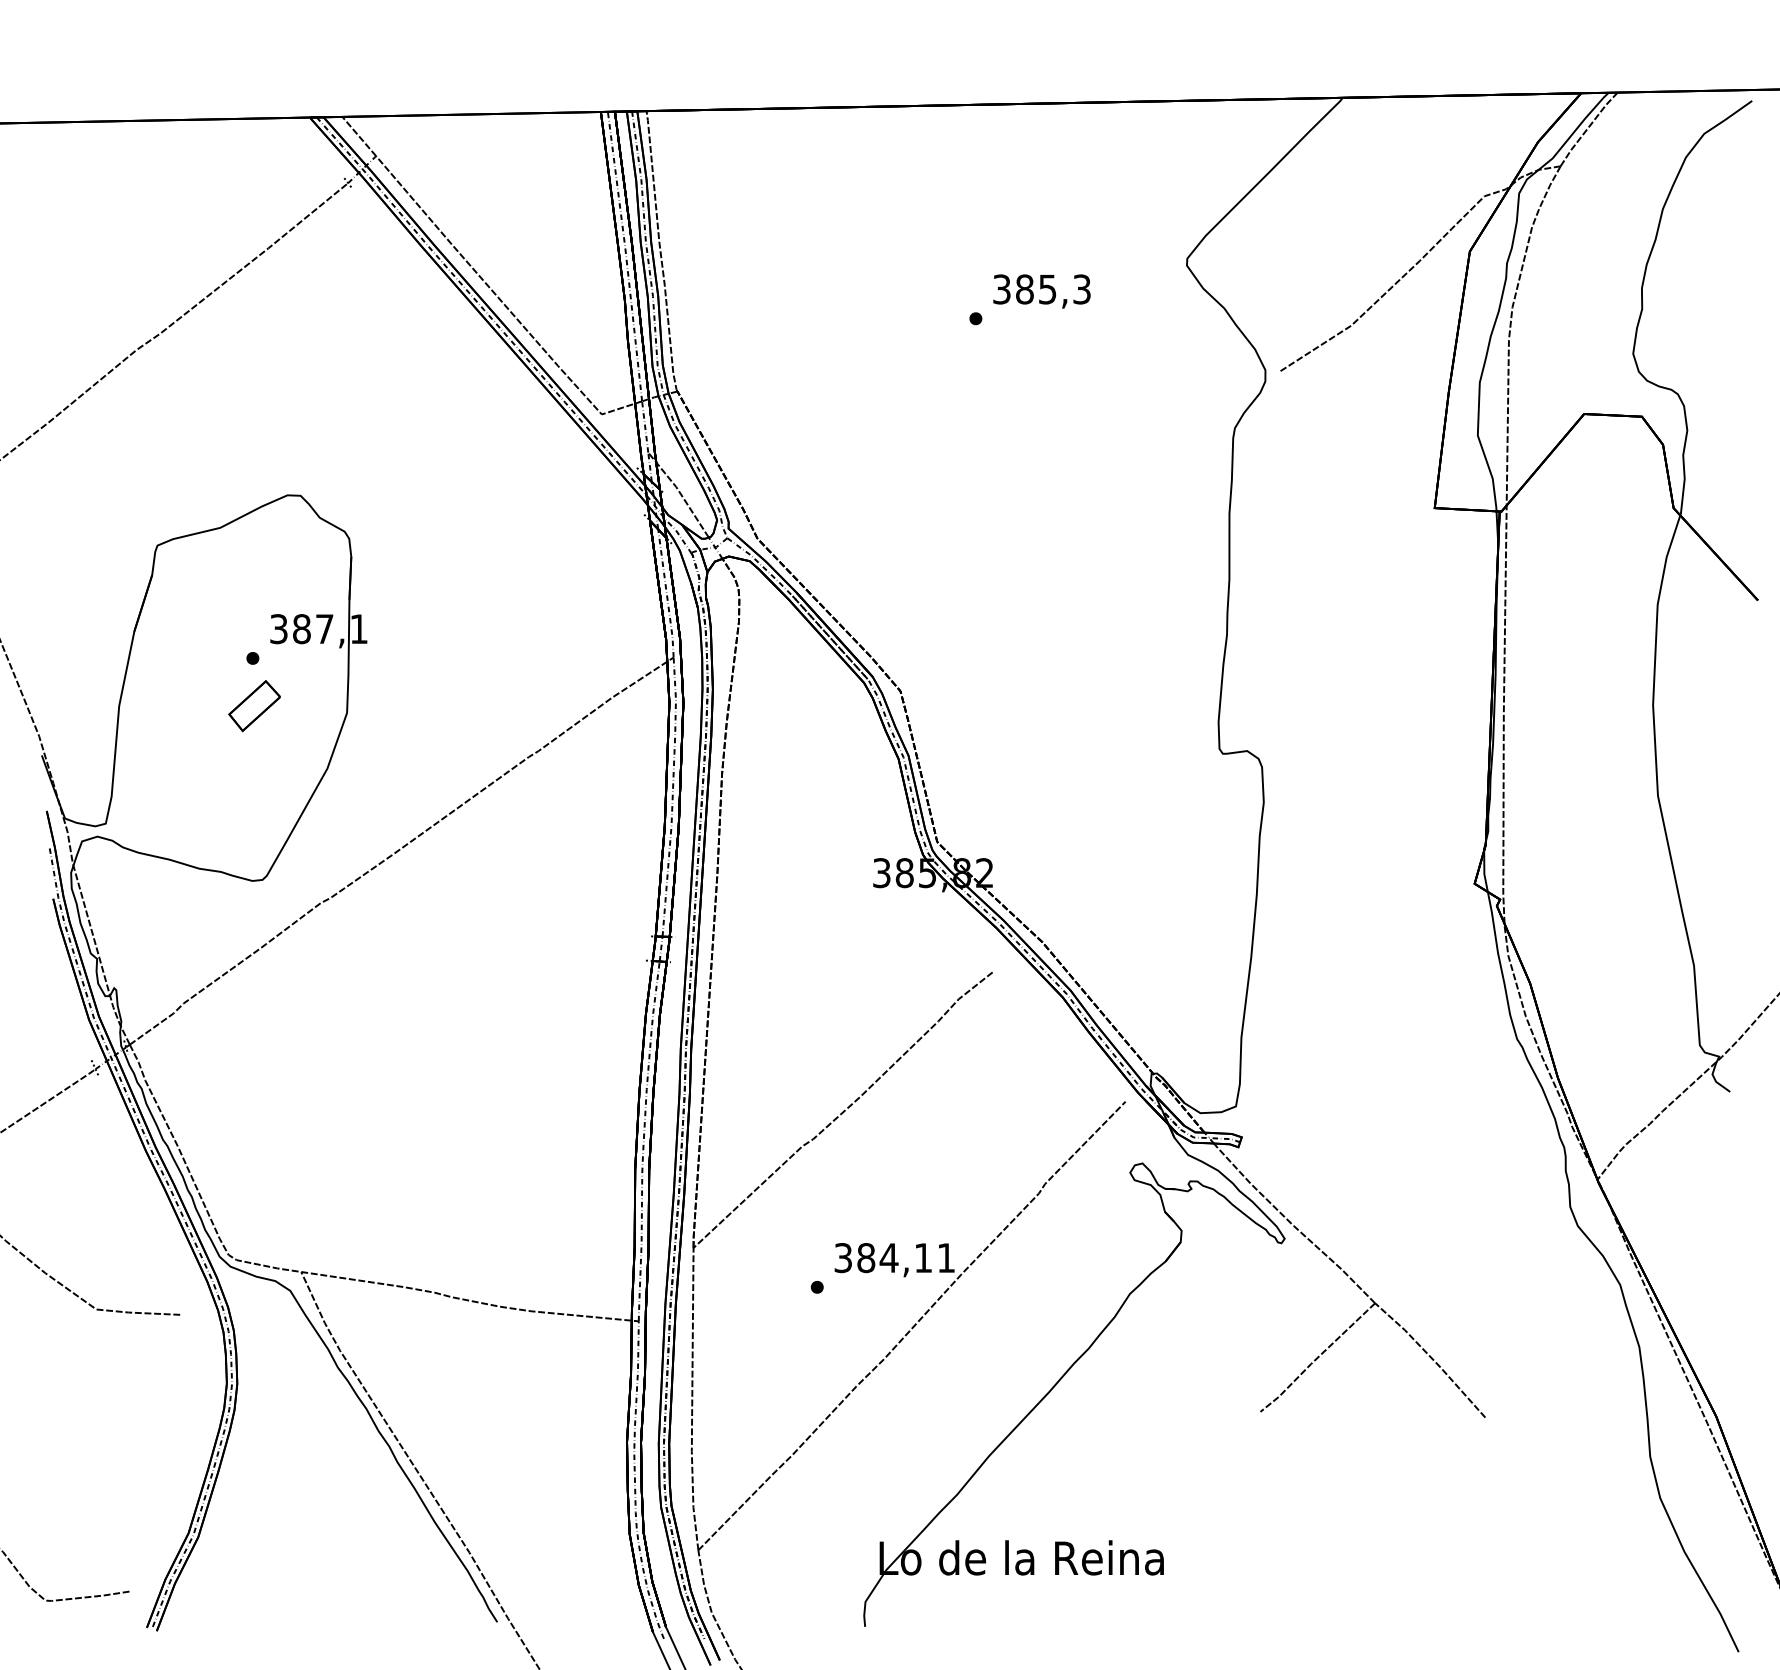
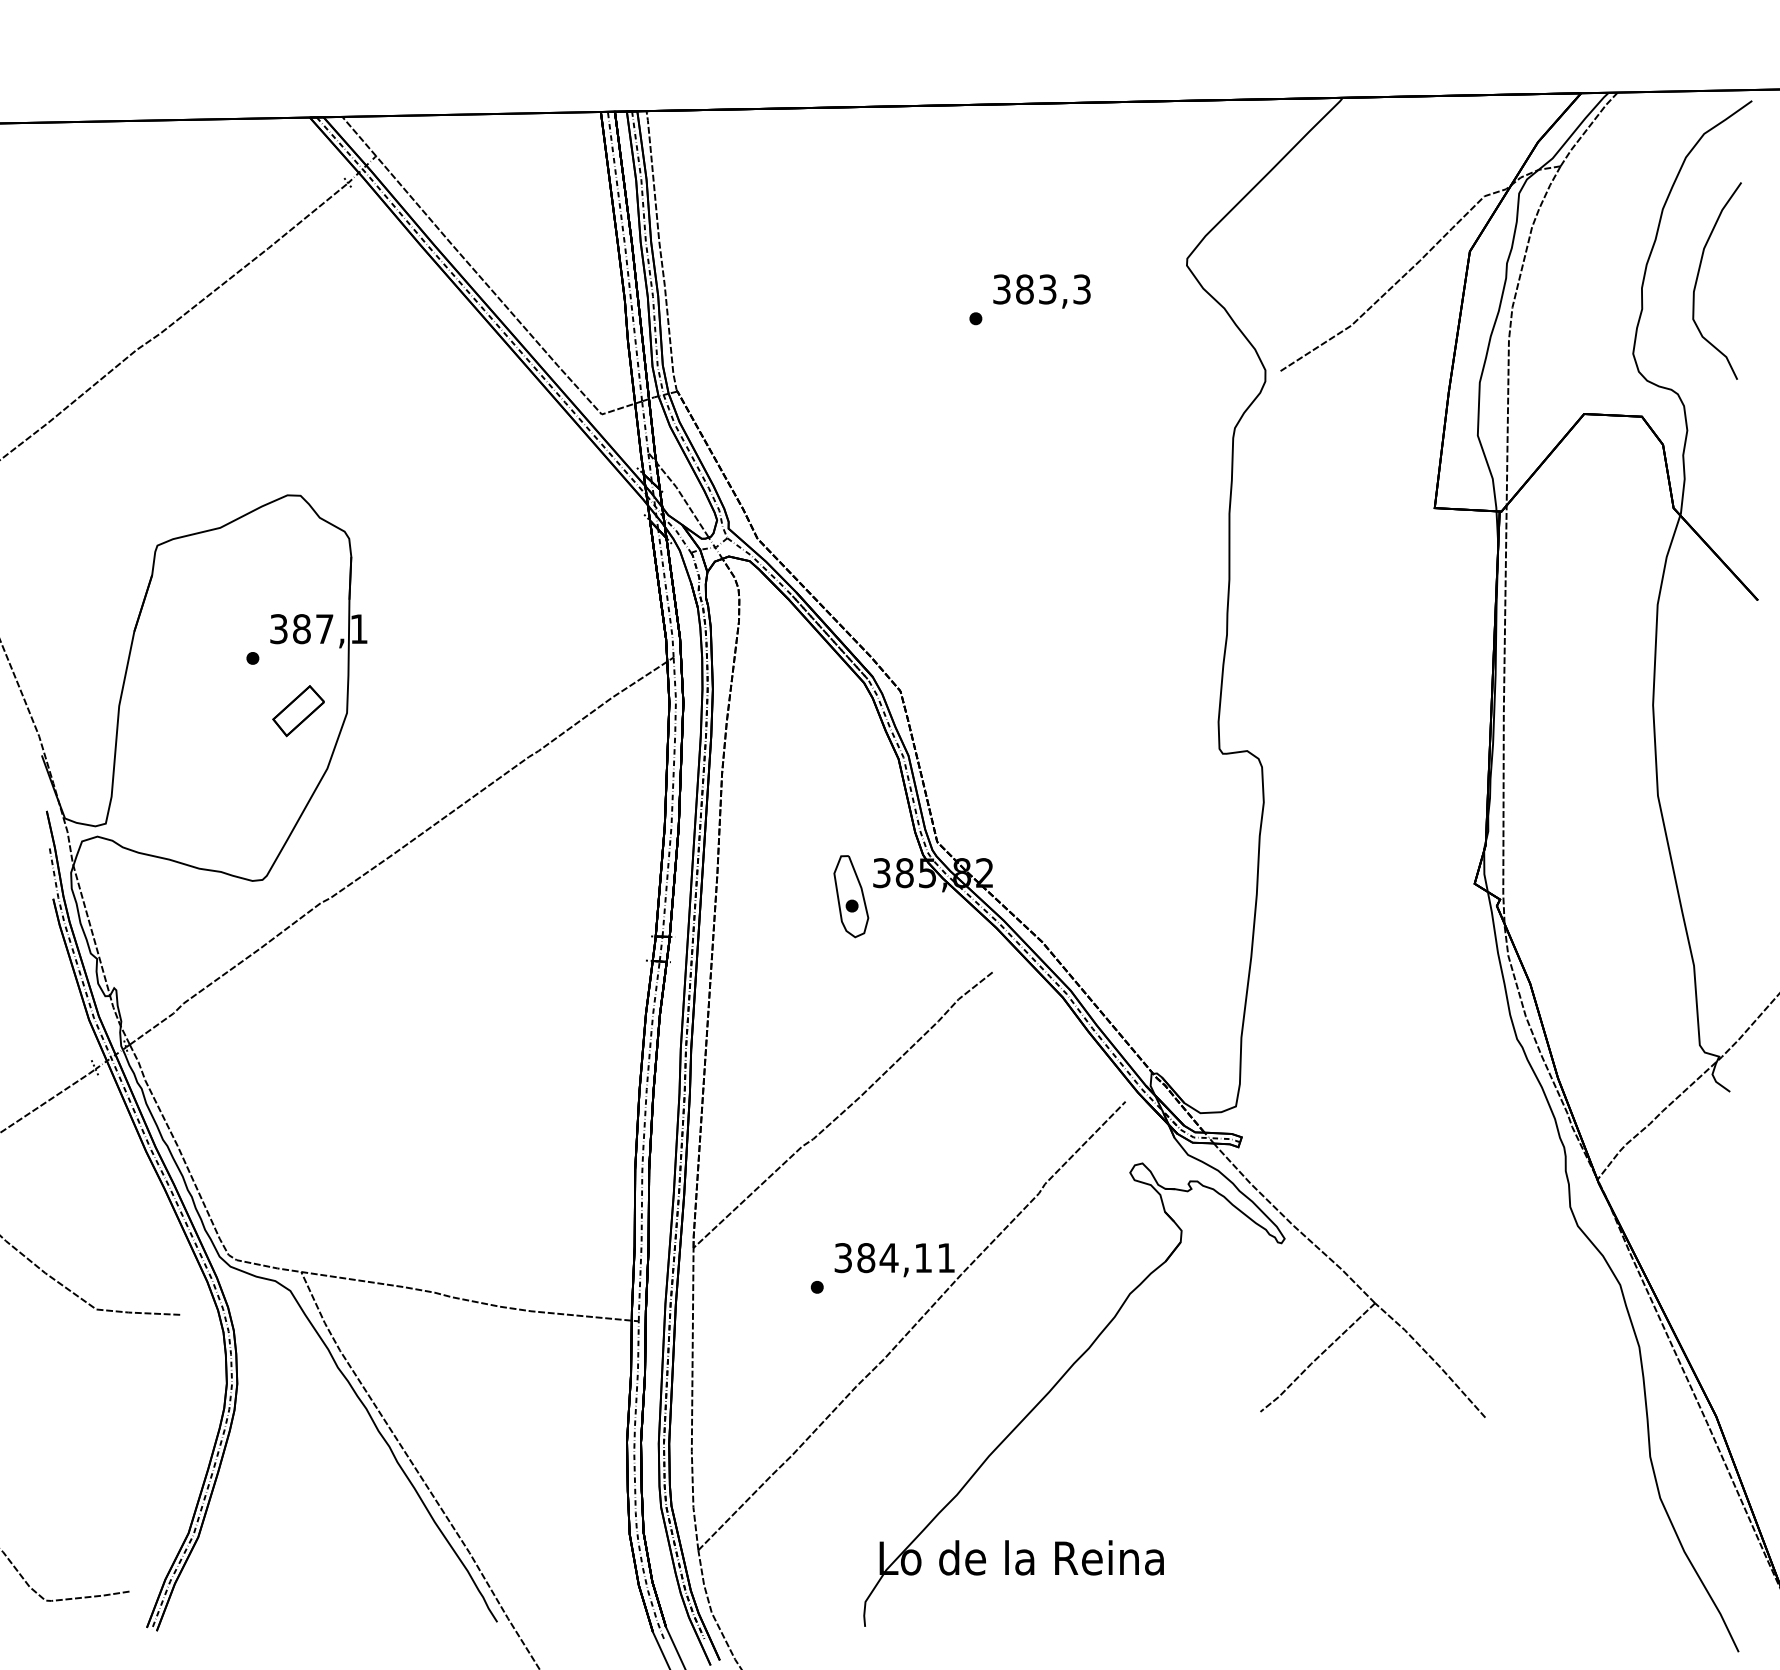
curve at (1698, 277): none -> present
text at (1047, 288): 385,3 -> 383,3
part at (254, 706) position: (254, 706) -> (298, 711)
part at (851, 896): none -> present
